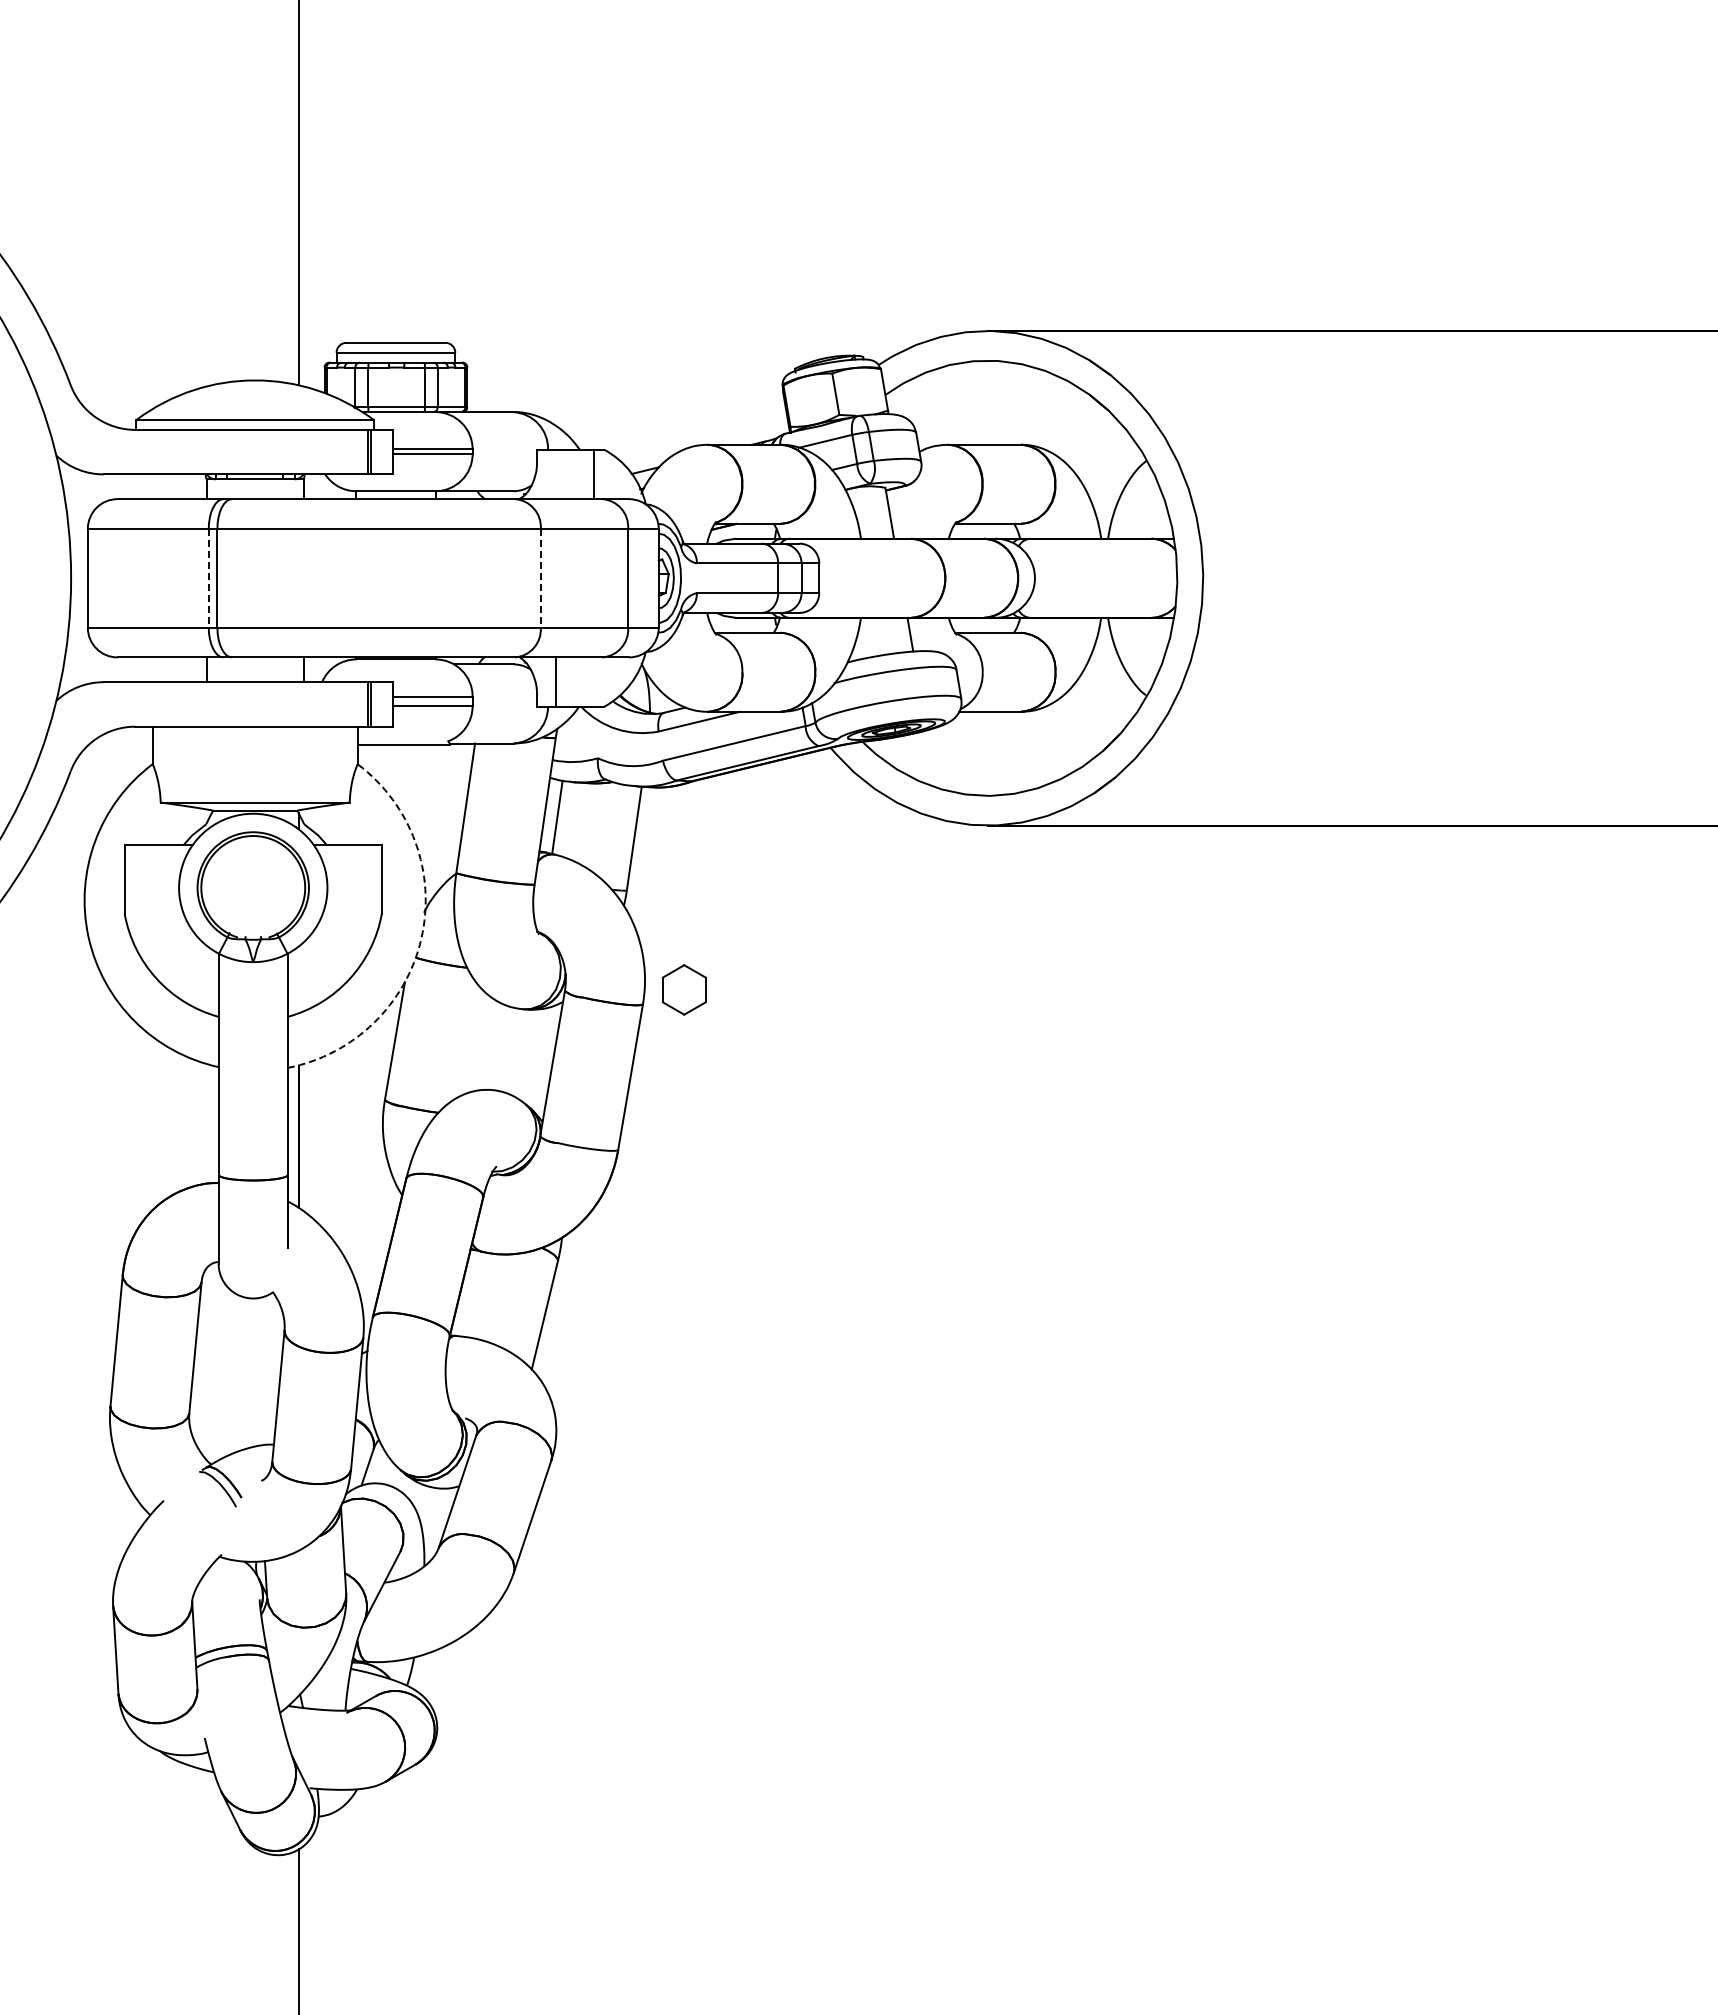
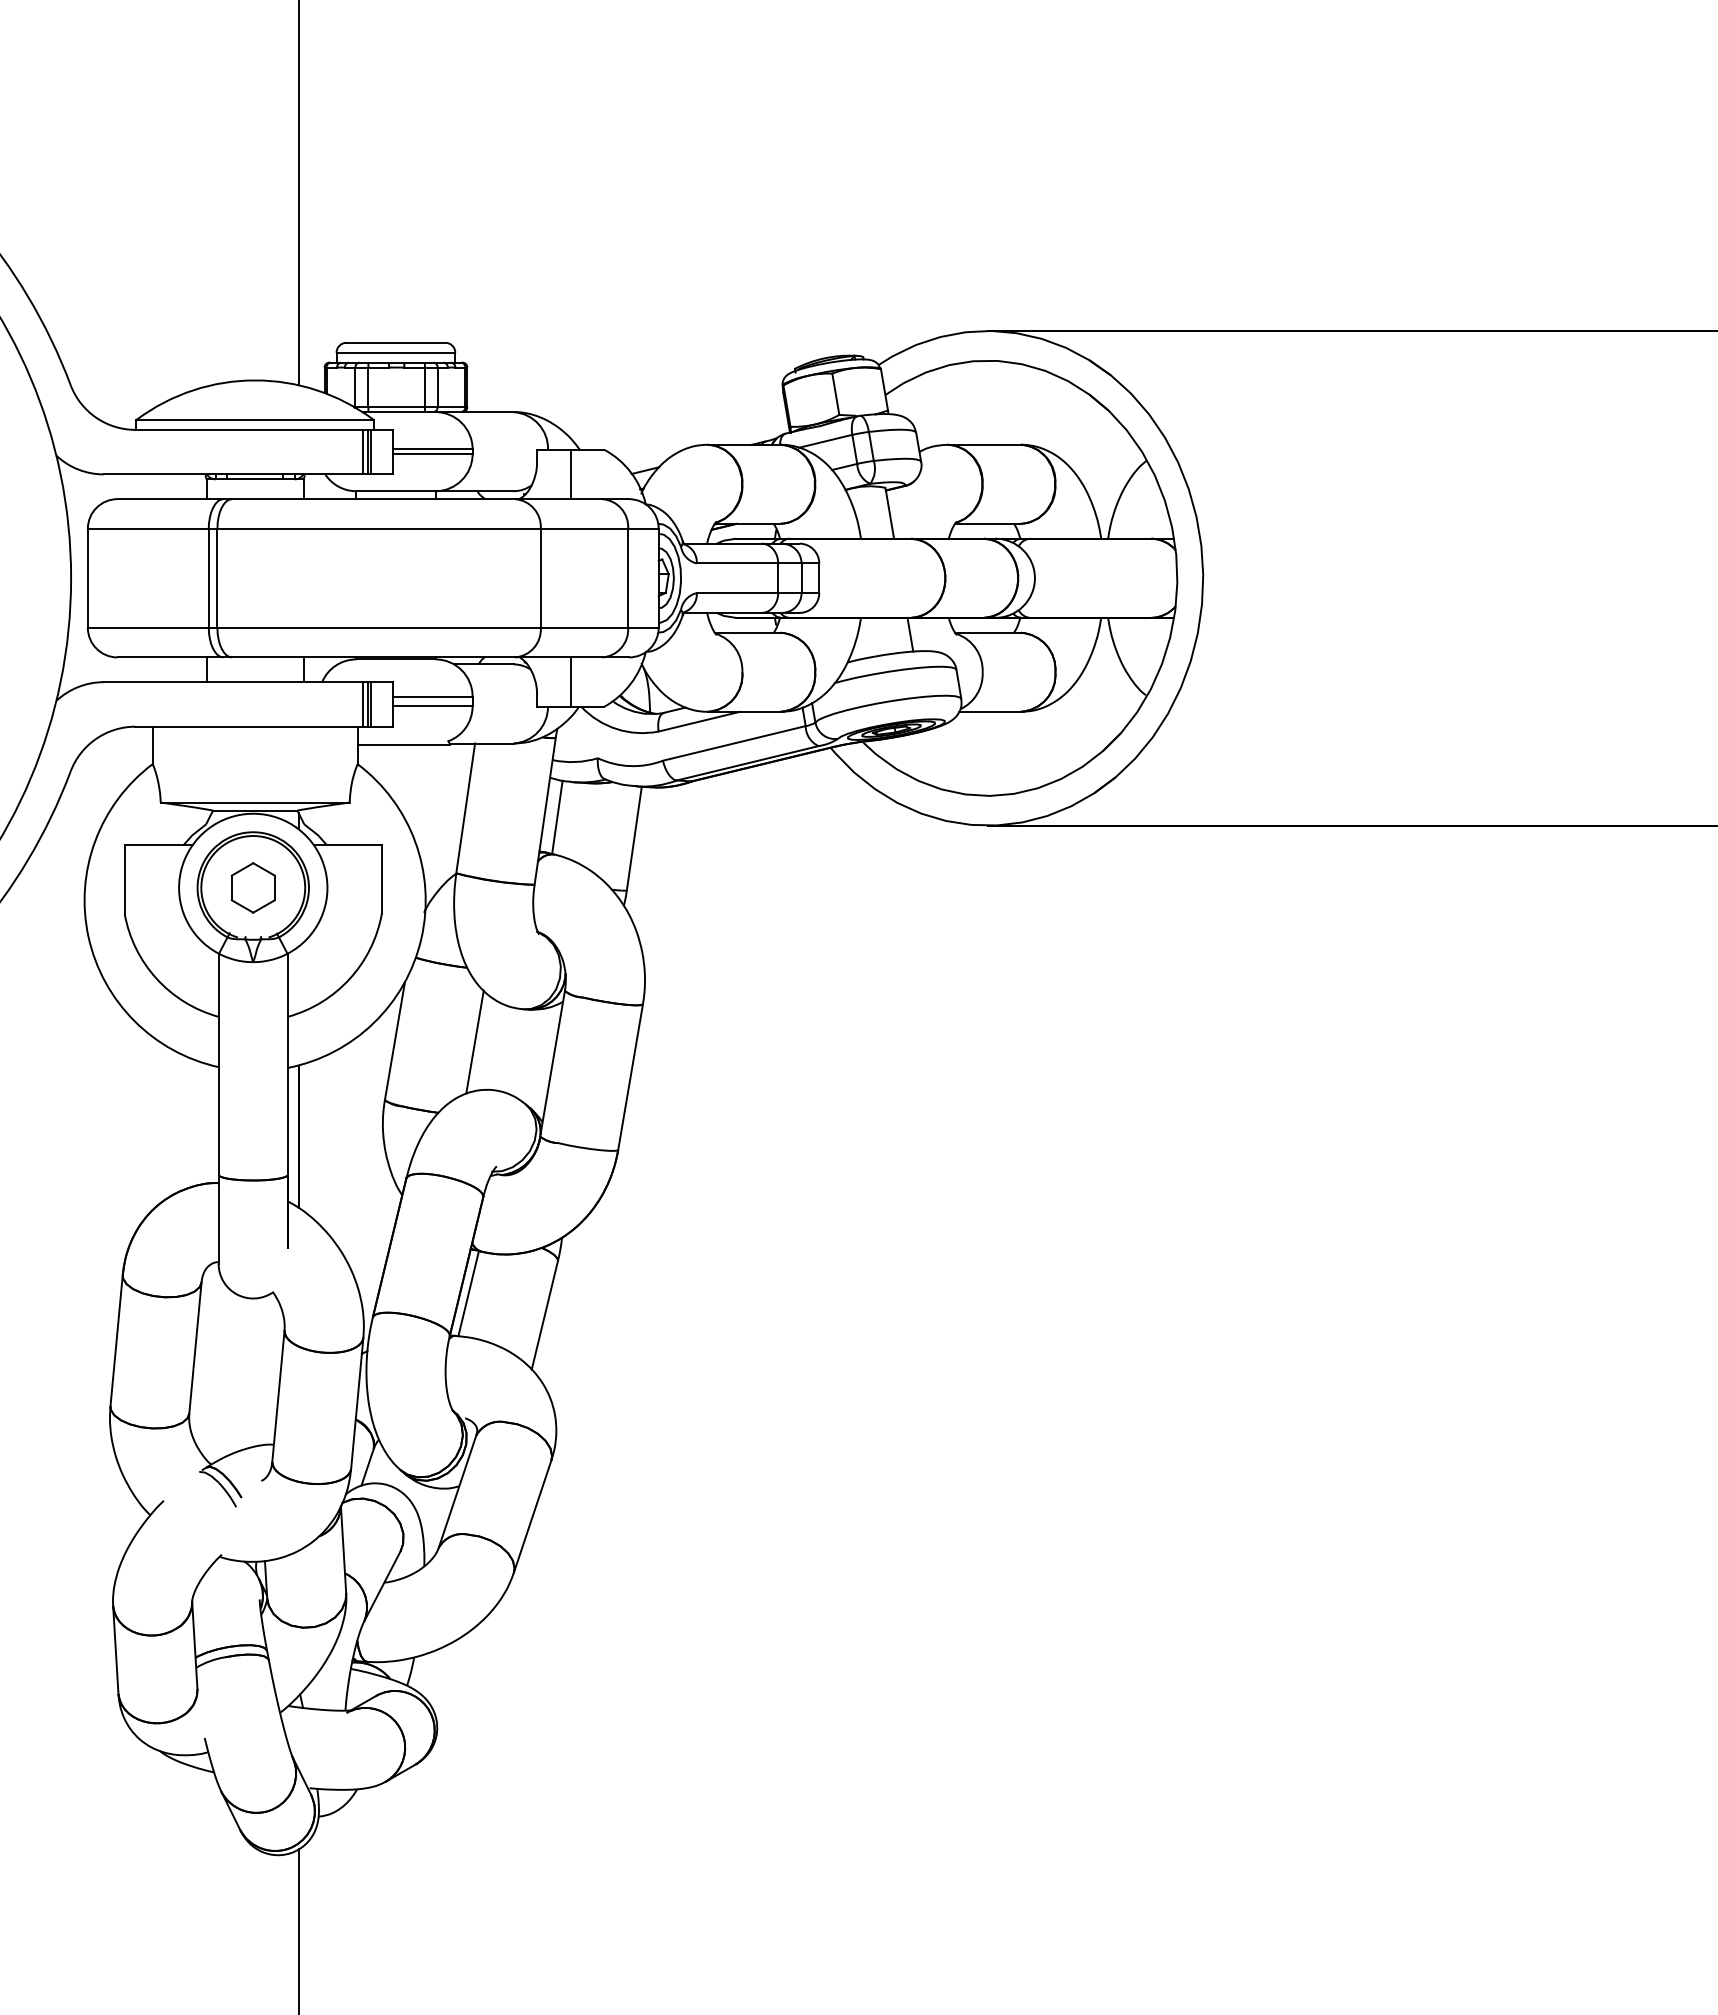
line at (363, 451): none -> present
line at (593, 474) position: (593, 474) -> (570, 474)
line at (208, 578): dashed -> solid
line at (540, 578): dashed -> solid
line at (555, 681) position: (555, 681) -> (570, 681)
line at (363, 704): none -> present
arc at (421, 938): dashed -> solid
part at (683, 989) position: (683, 989) -> (252, 887)
line at (474, 1041): none -> present
line at (468, 1293): none -> present
